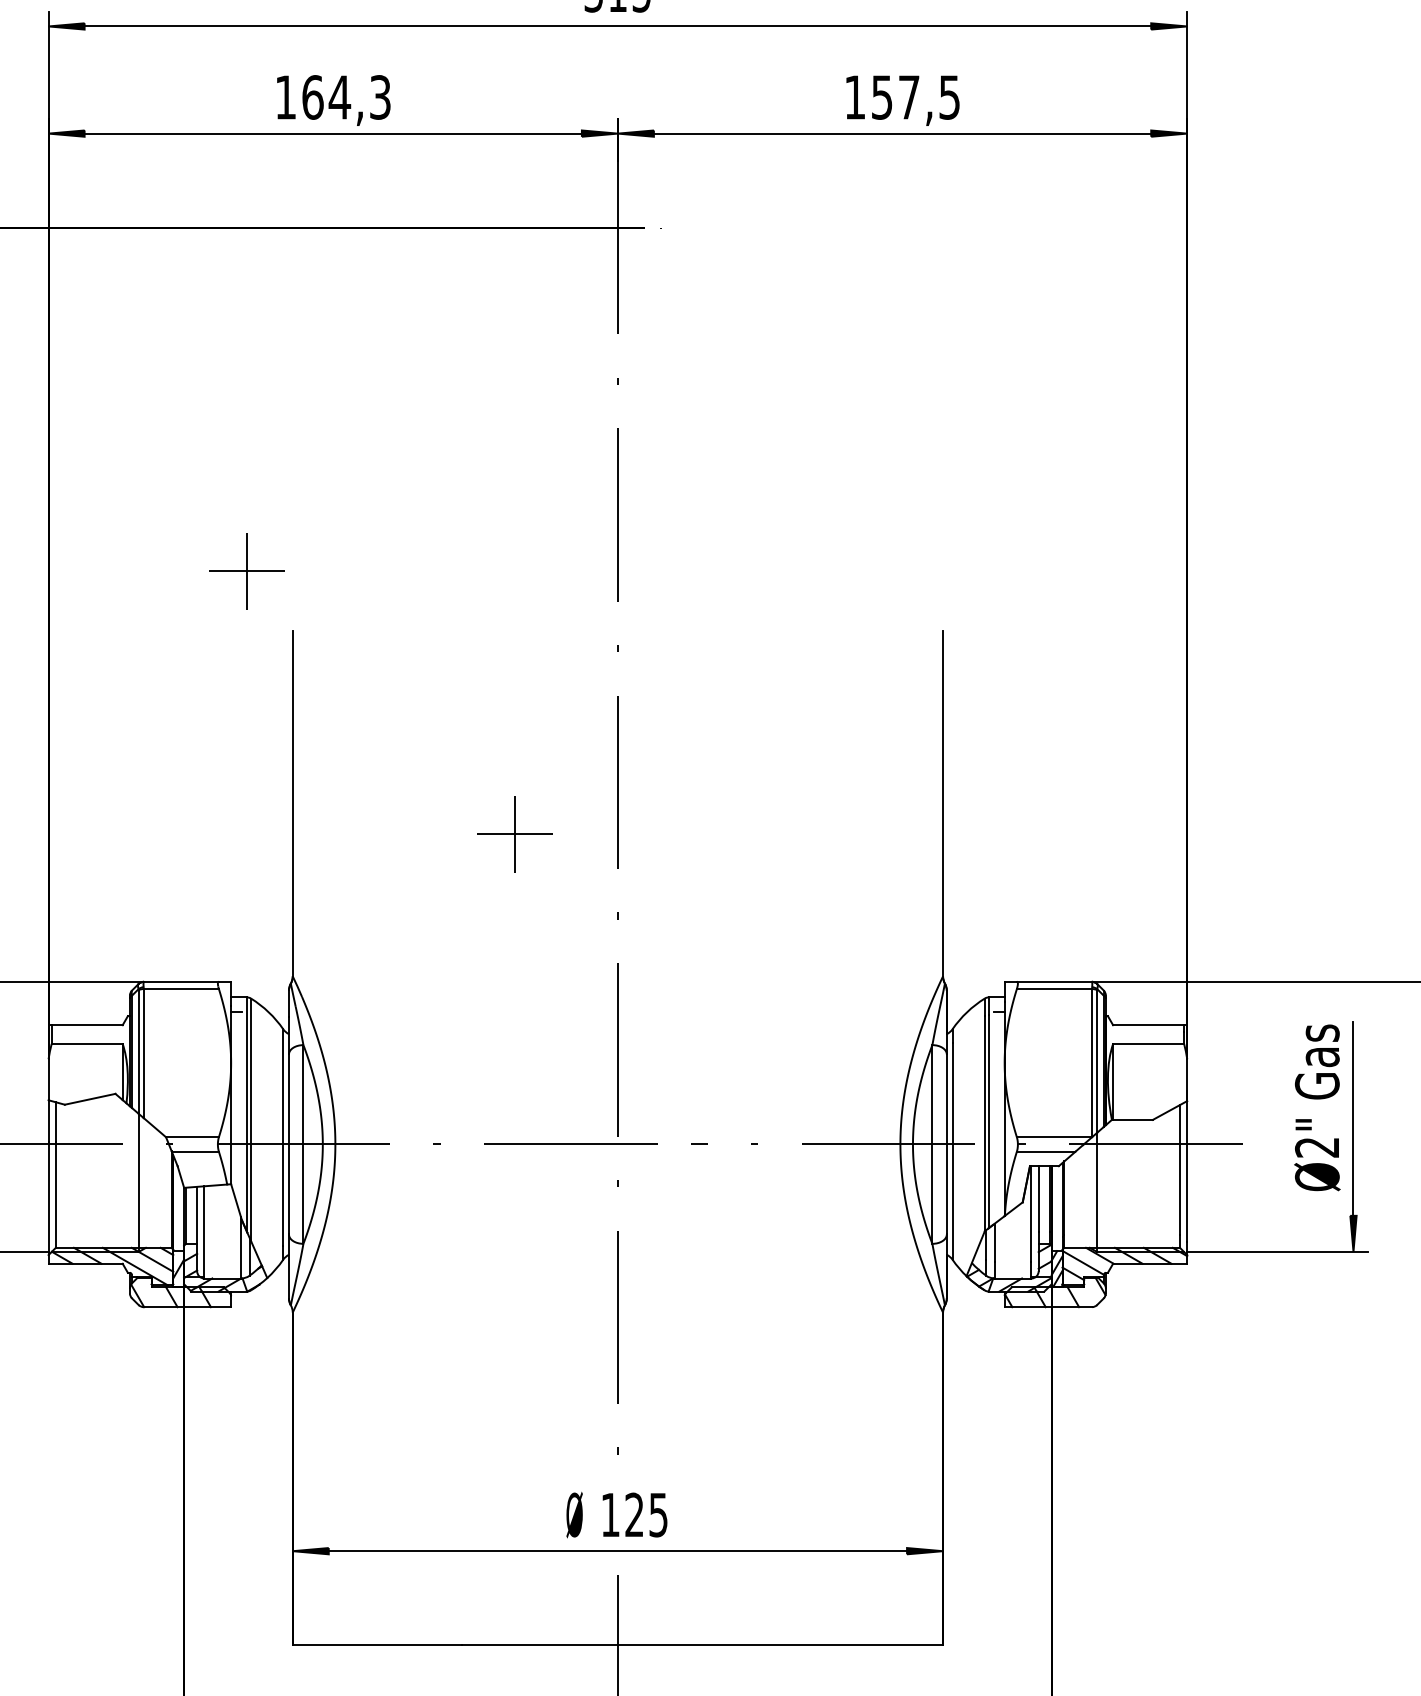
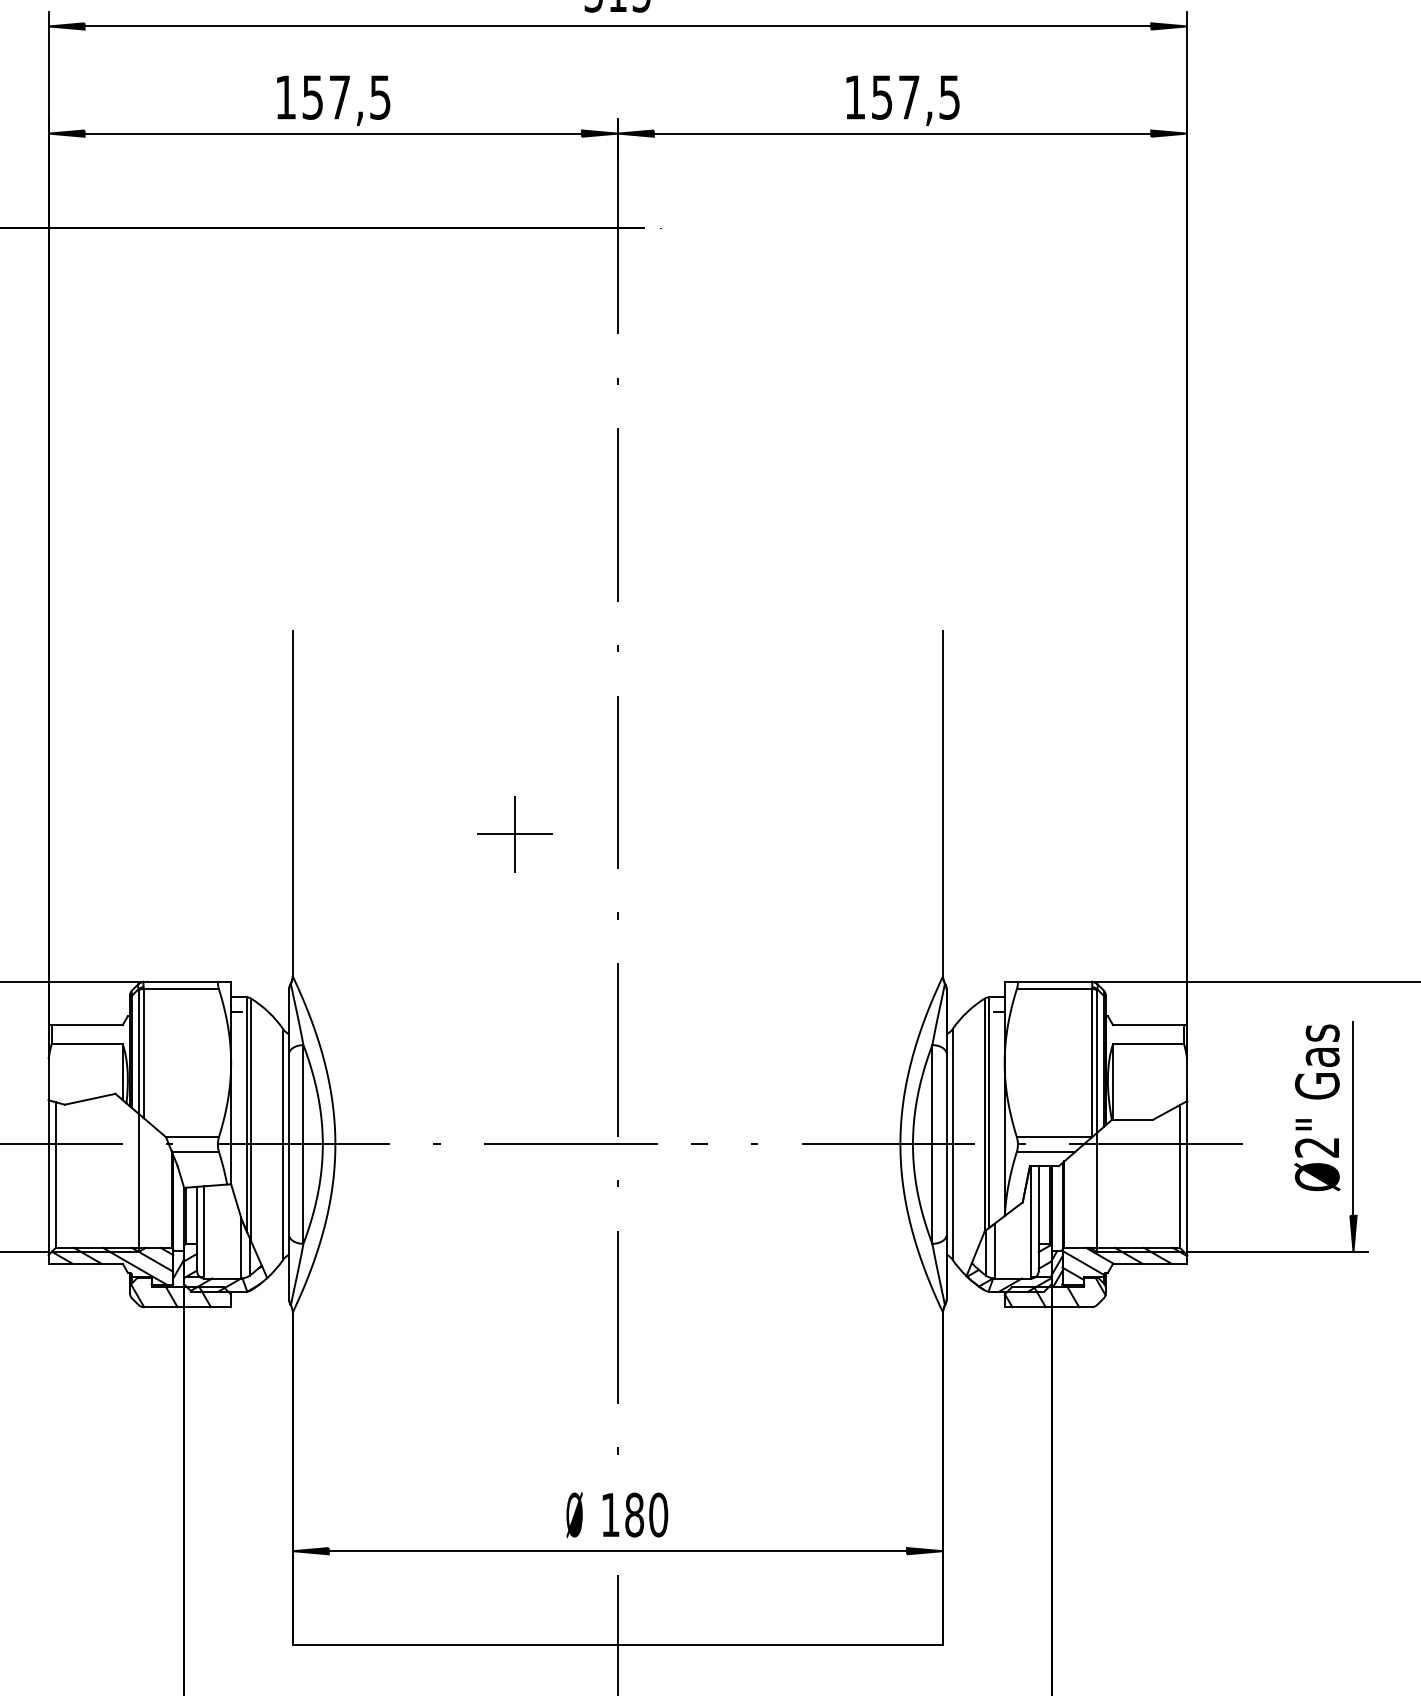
text at (346, 97): 164,3 -> 157,5
part at (246, 571): present -> none
text at (646, 1514): 125 -> 180
